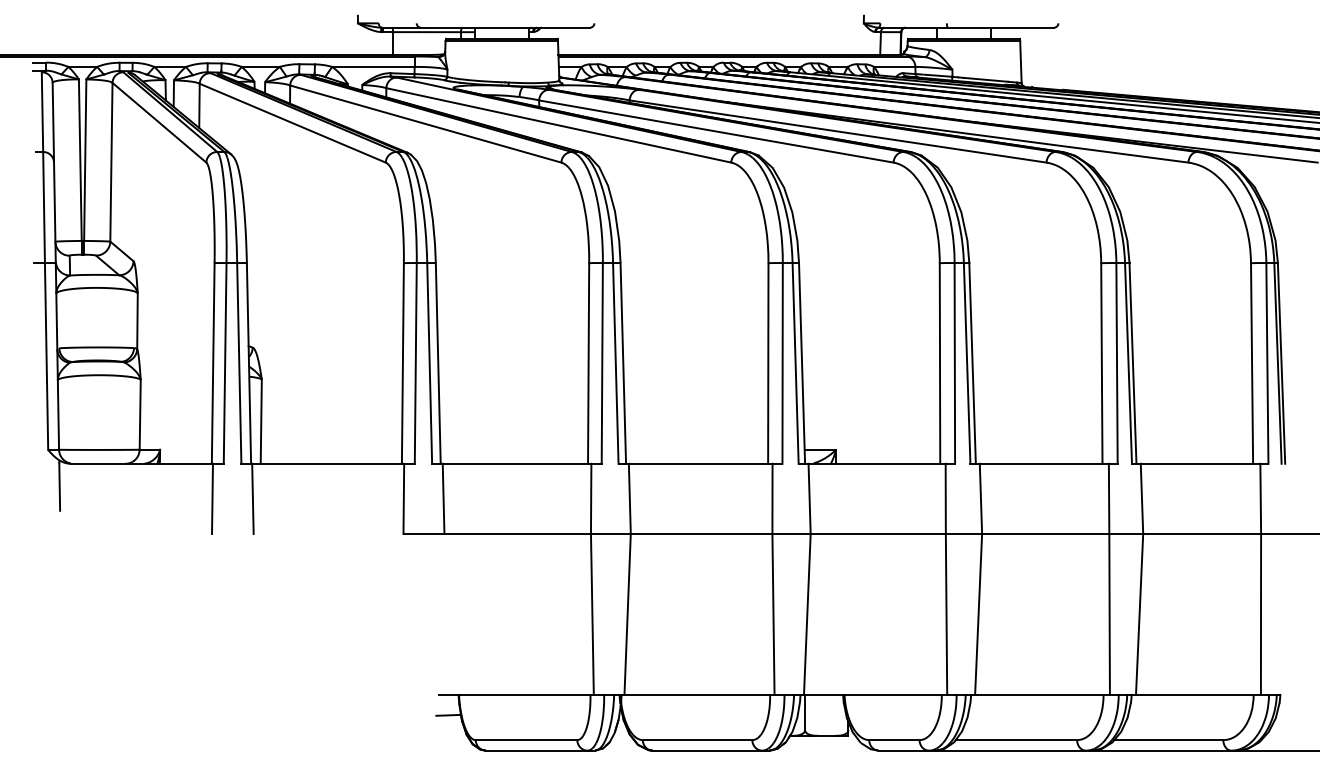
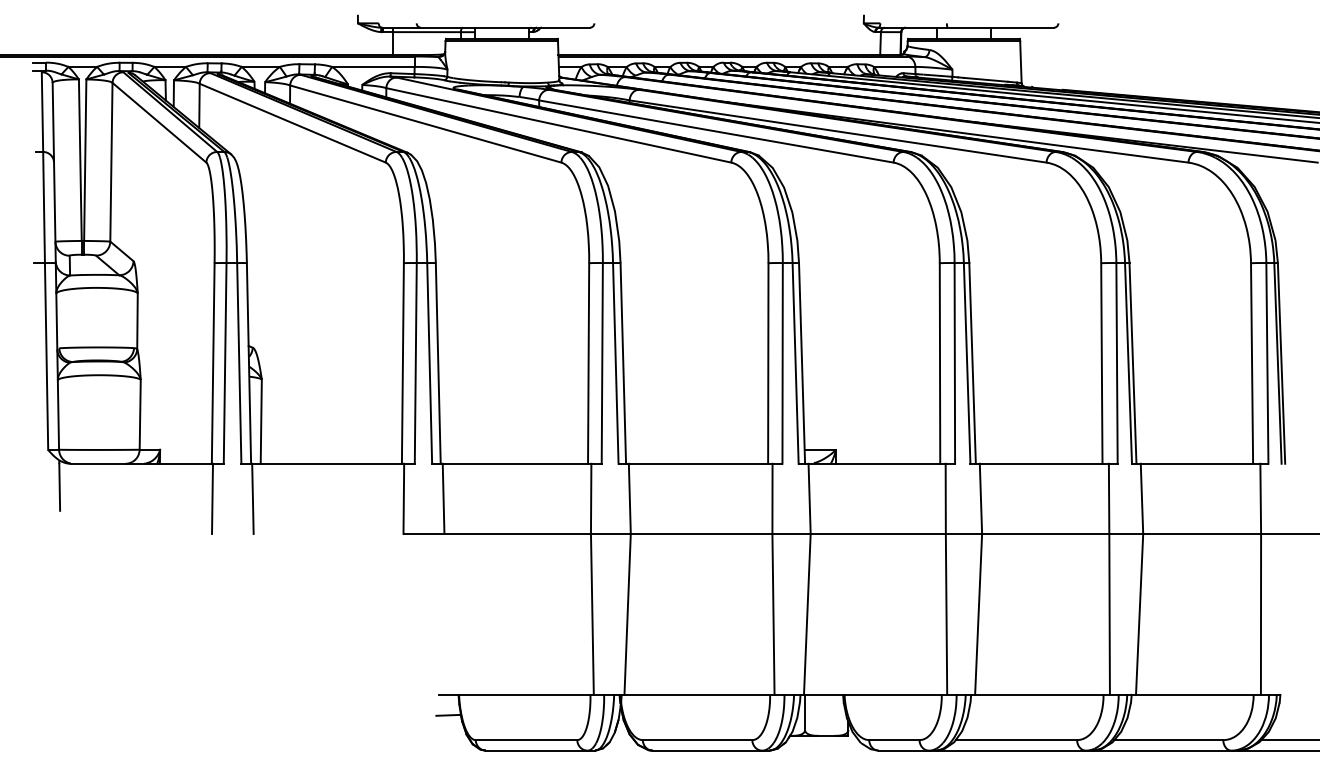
line at (1288, 740): none -> present
